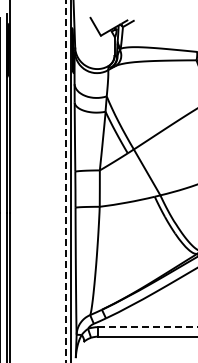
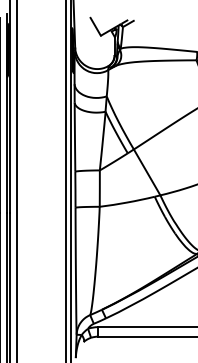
line at (17, 180): none -> present
line at (66, 181): dashed -> solid
line at (147, 327): dashed -> solid
